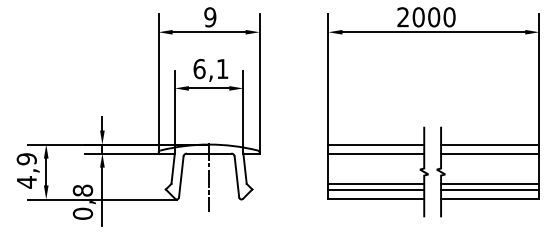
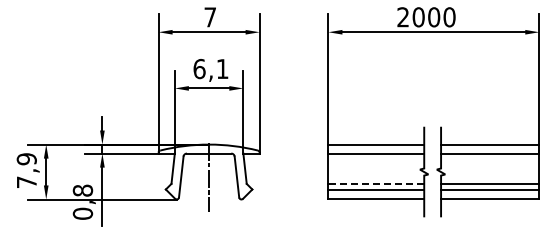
text at (210, 17): 9 -> 7
text at (26, 182): 4,9 -> 7,9
line at (376, 183): solid -> dashed
